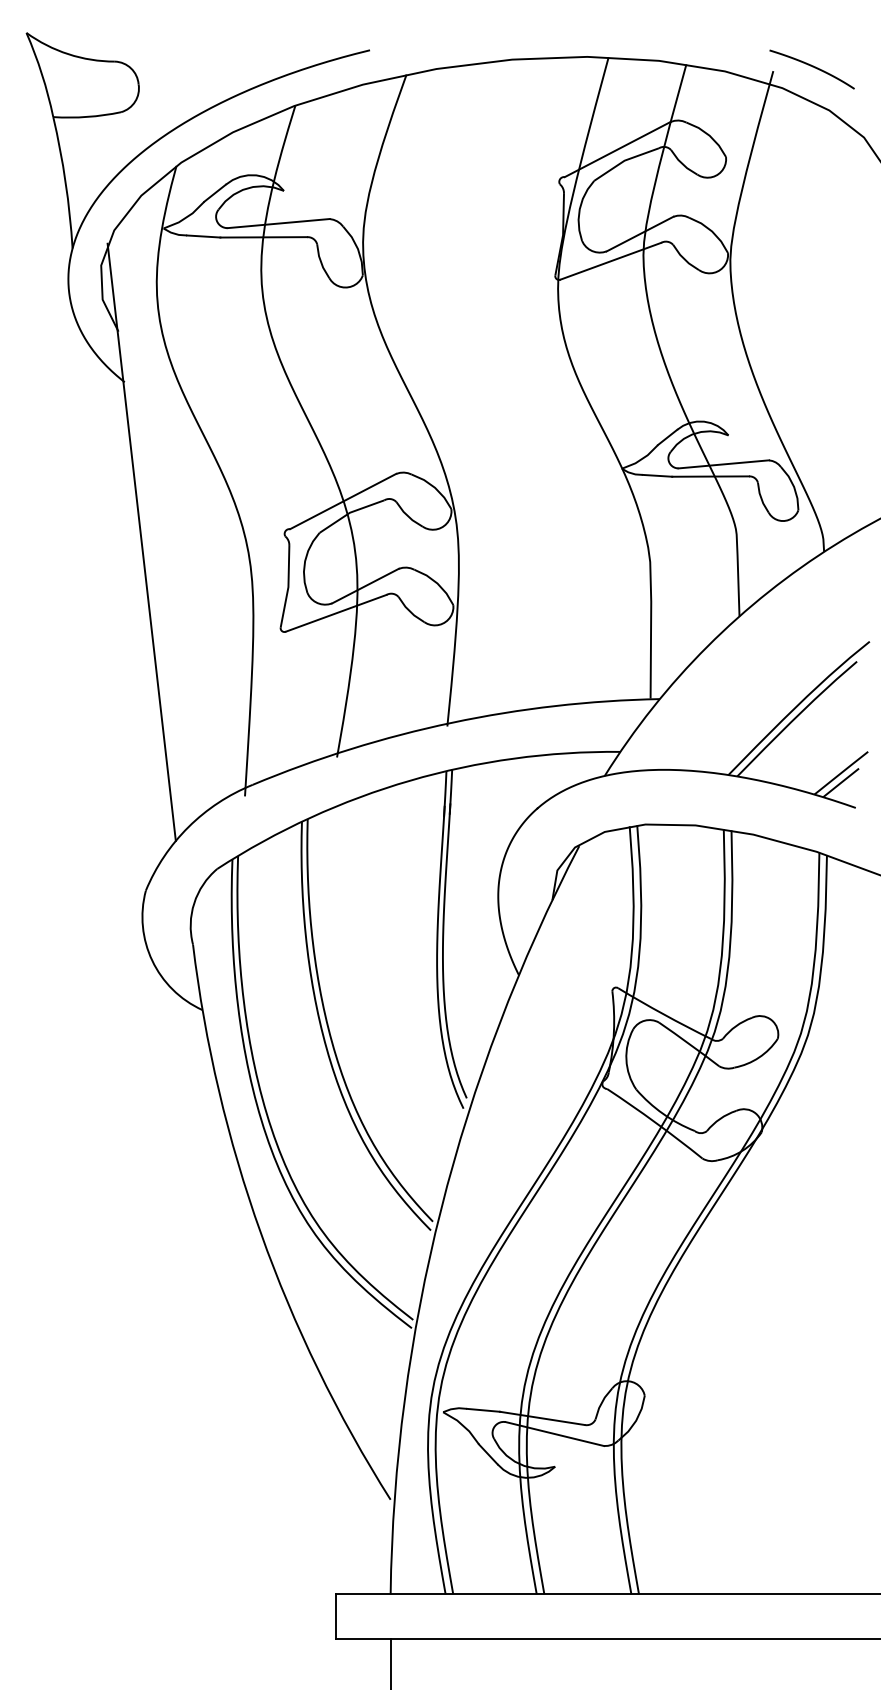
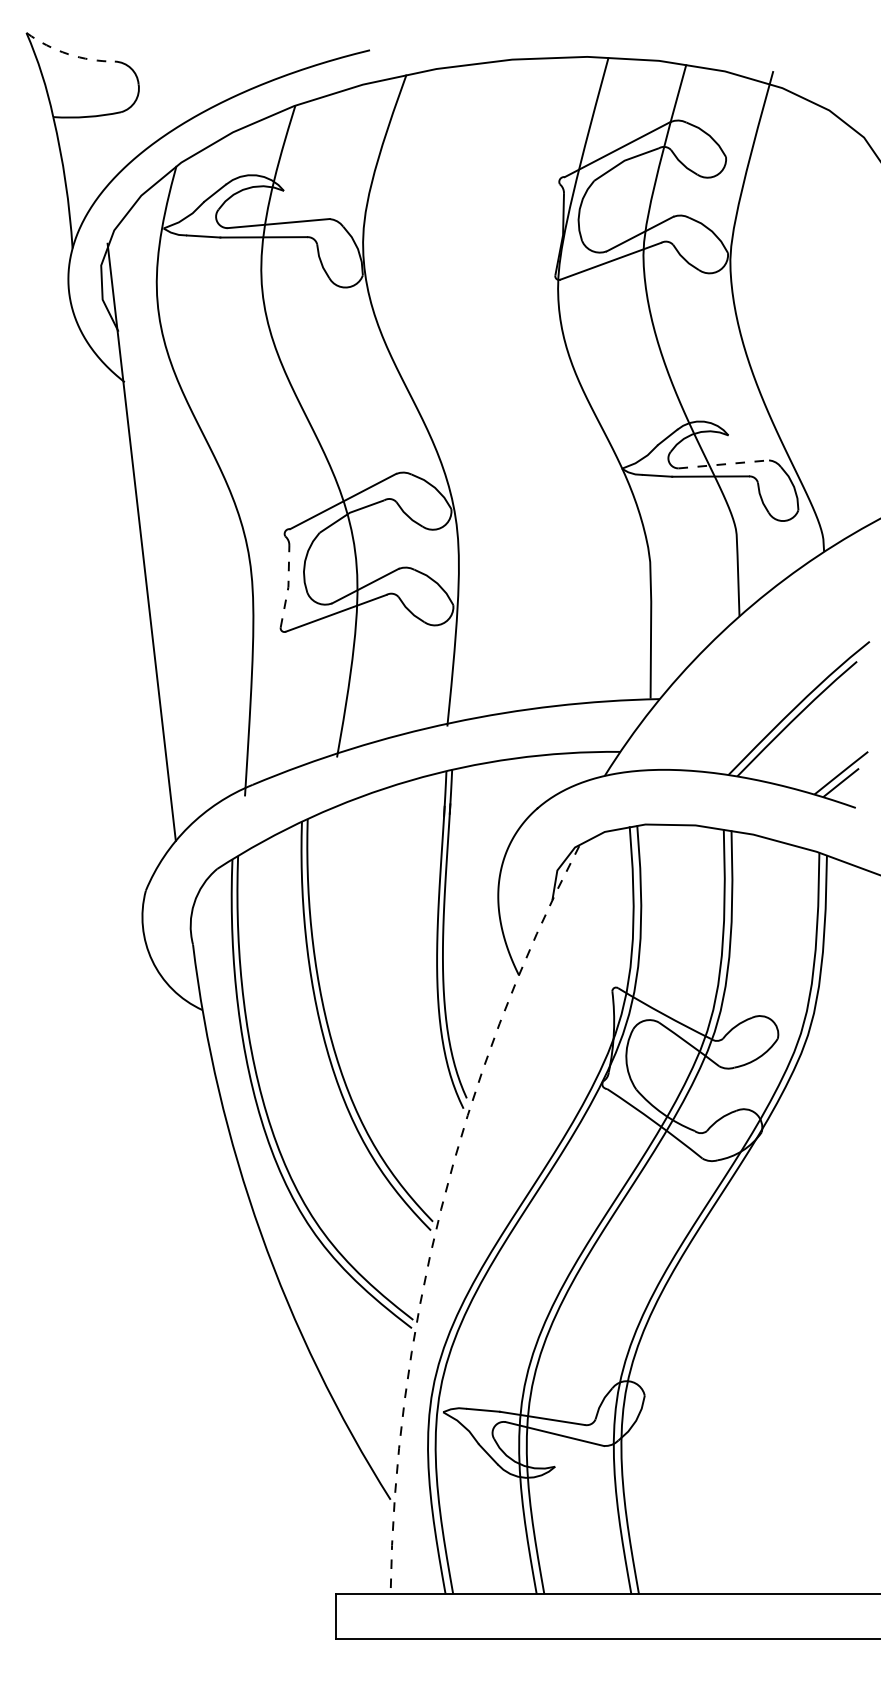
arc at (68, 54): solid -> dashed
curve at (812, 67): present -> none
line at (724, 464): solid -> dashed
line at (288, 587): solid -> dashed
arc at (441, 1209): solid -> dashed
line at (390, 1662): present -> none
